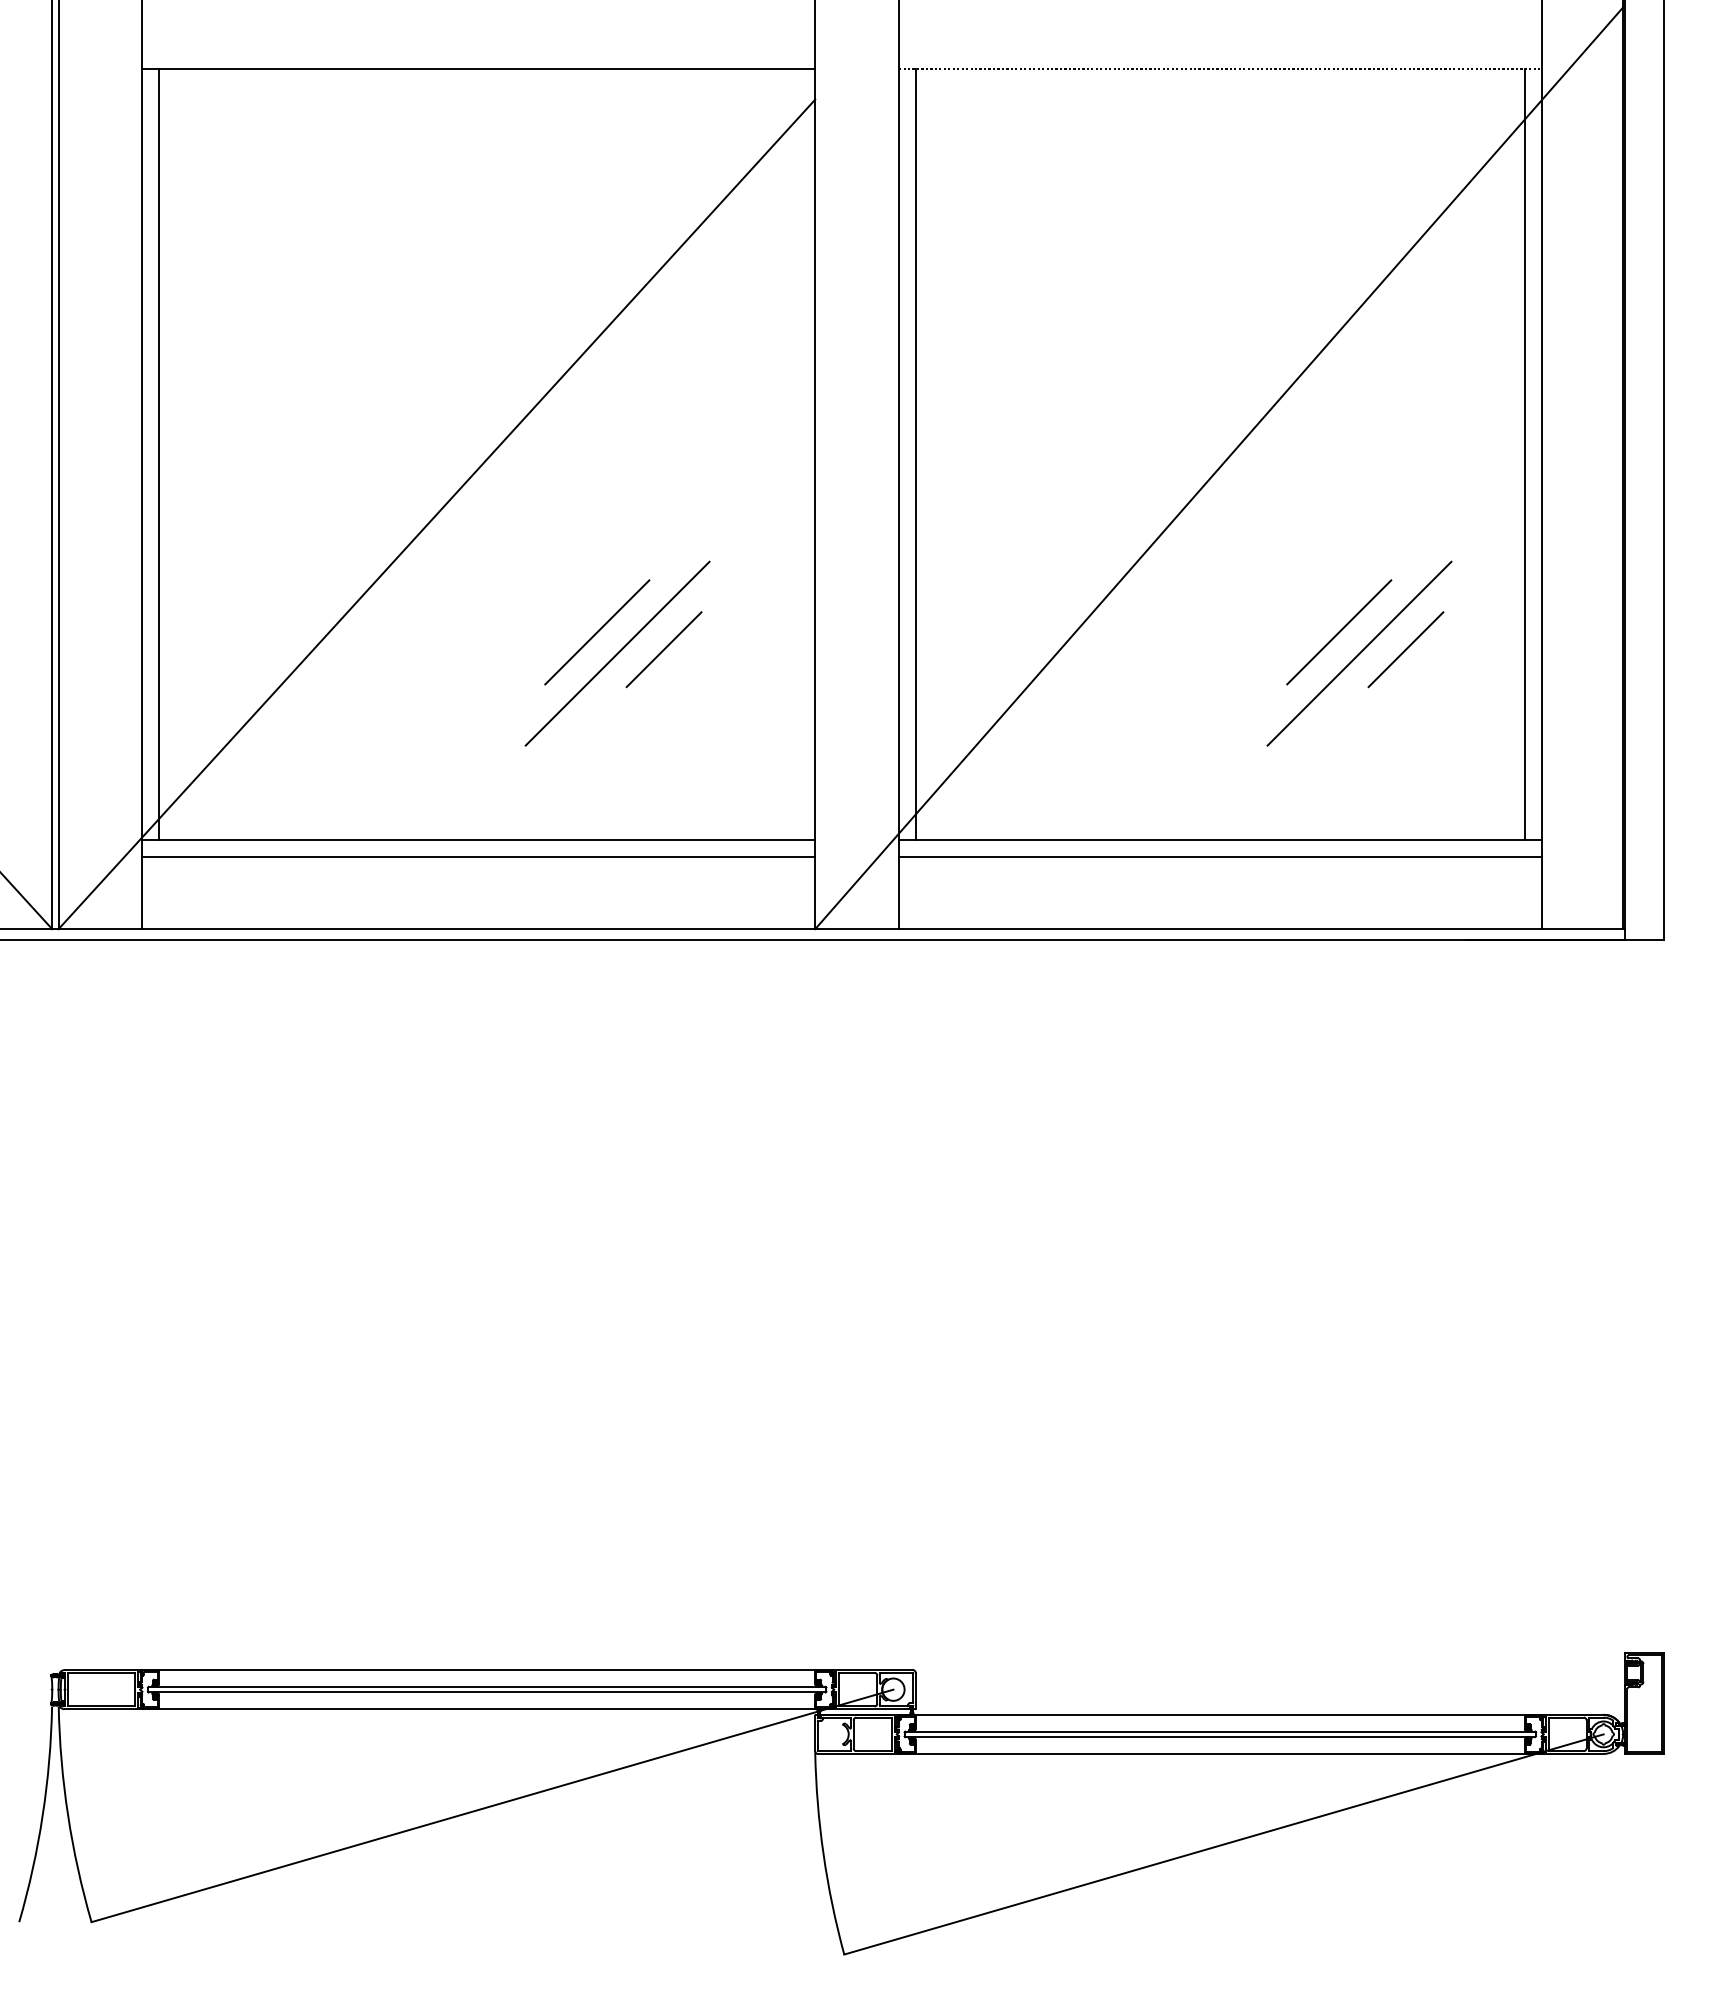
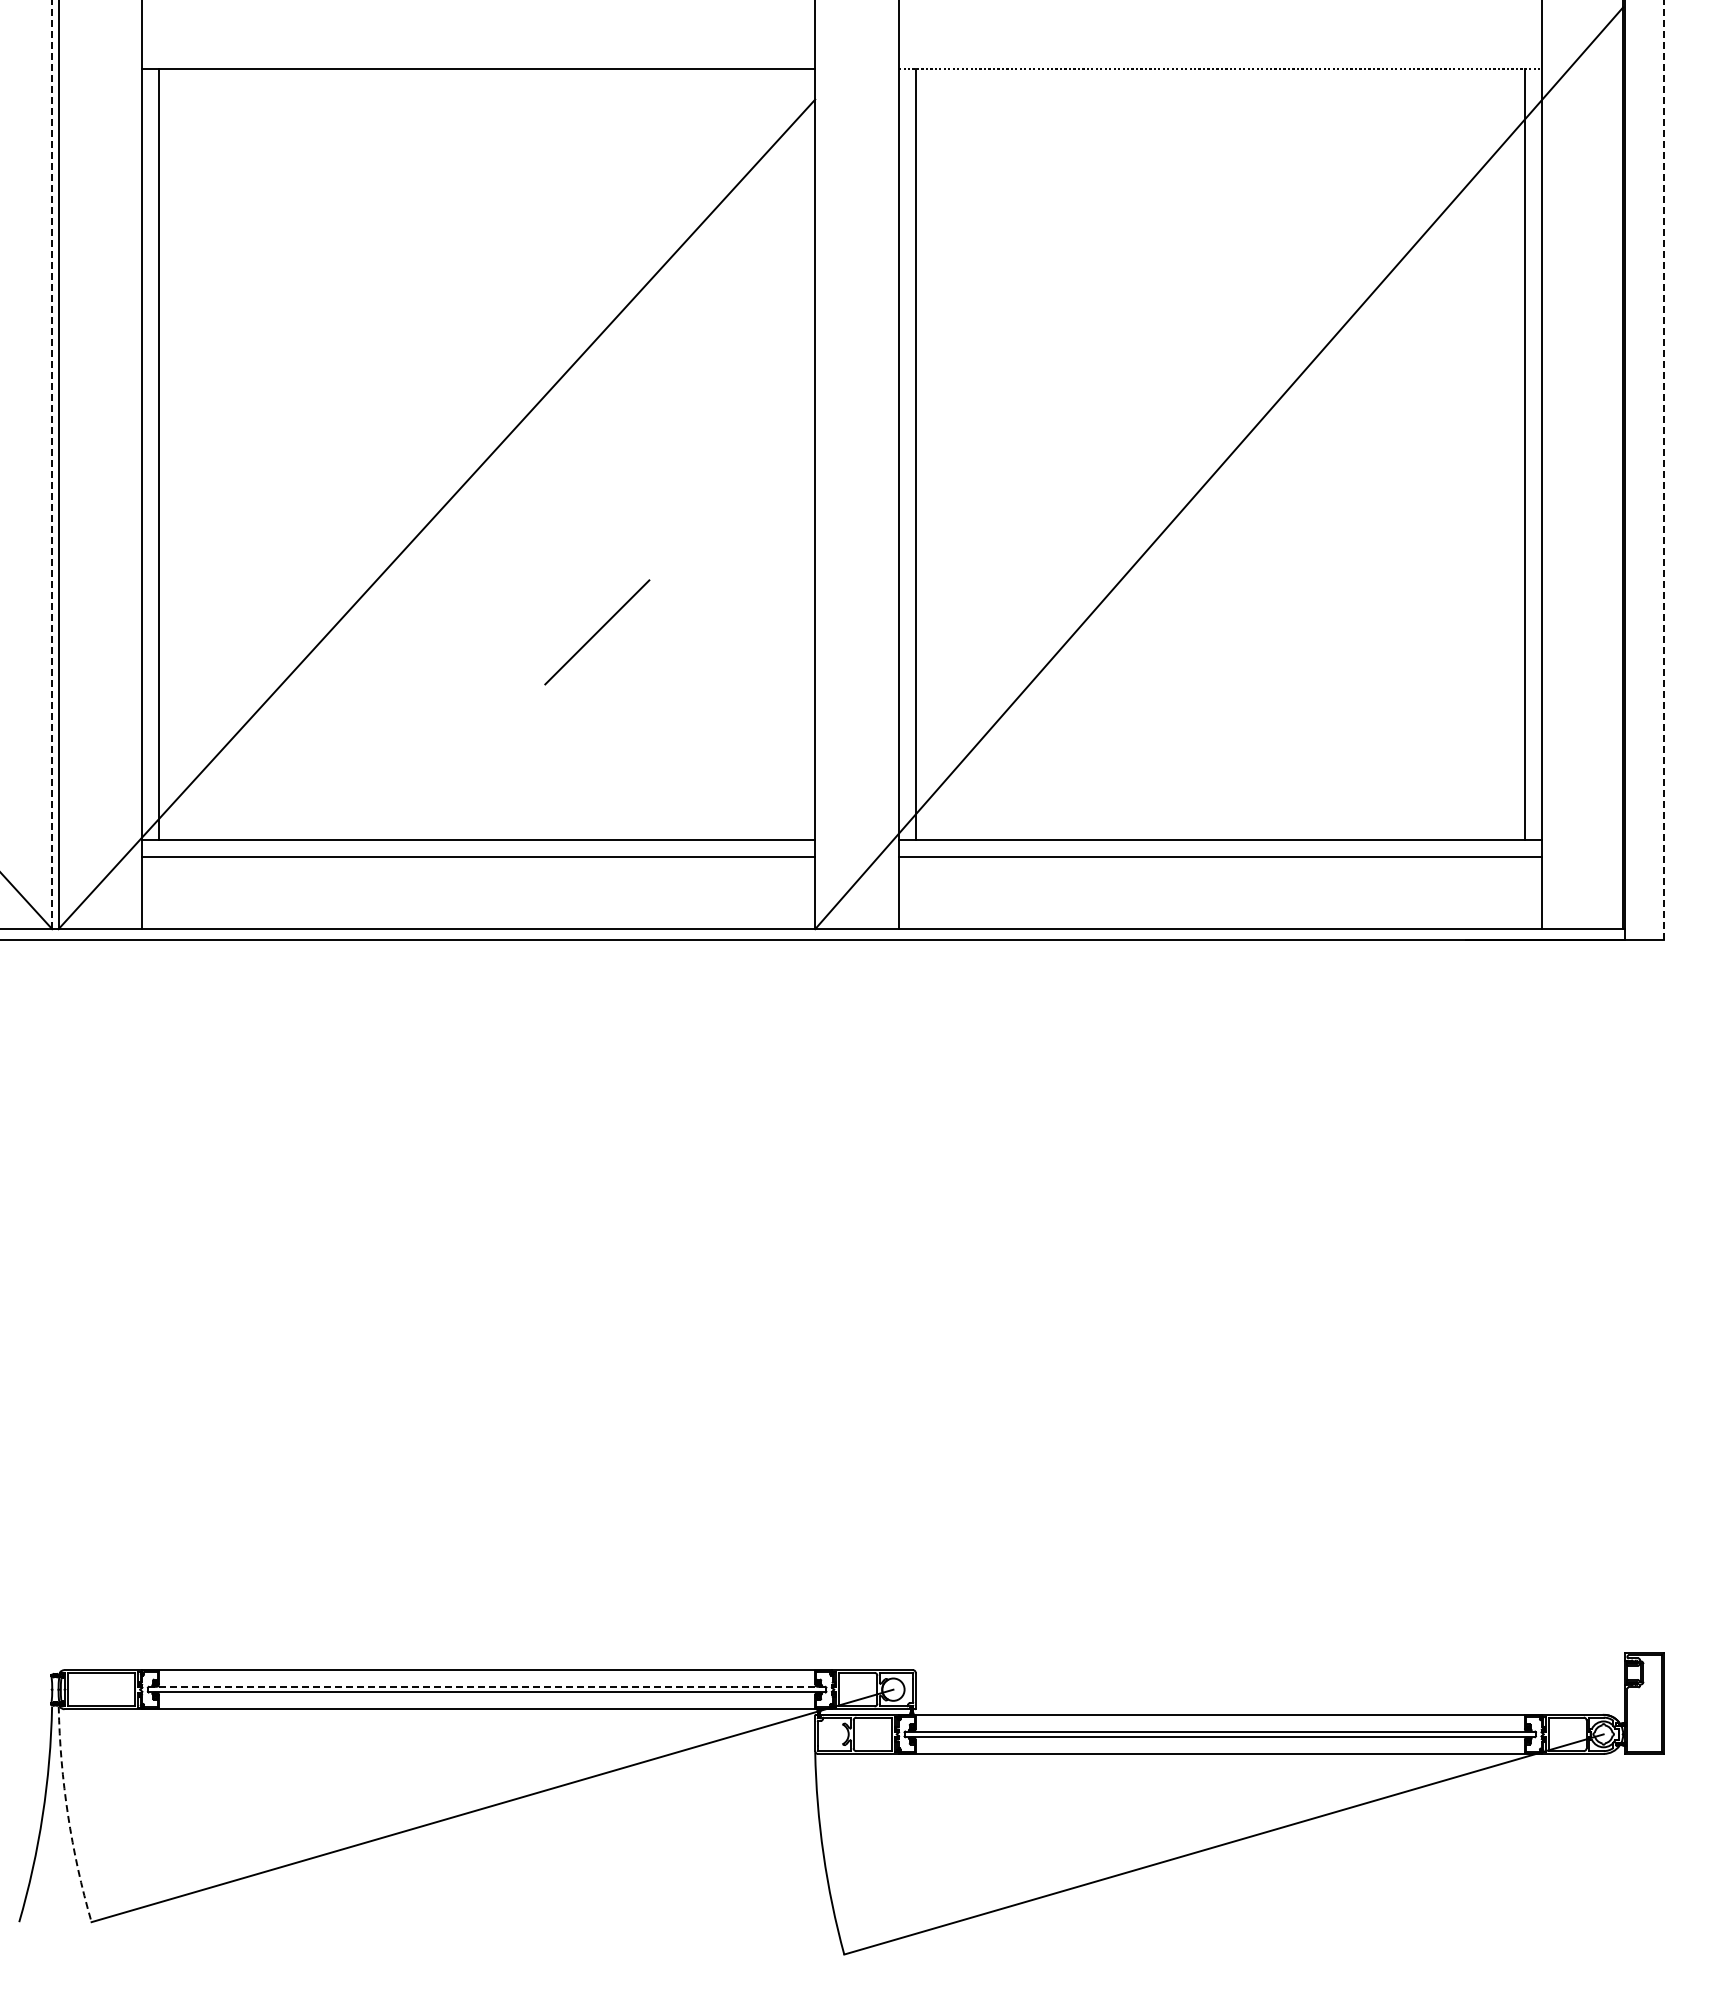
line at (52, 464): solid -> dashed
line at (1664, 470): solid -> dashed
line at (1339, 632): present -> none
line at (663, 649): present -> none
line at (1405, 649): present -> none
line at (617, 653): present -> none
line at (1359, 653): present -> none
line at (487, 1686): solid -> dashed
arc at (68, 1815): solid -> dashed
